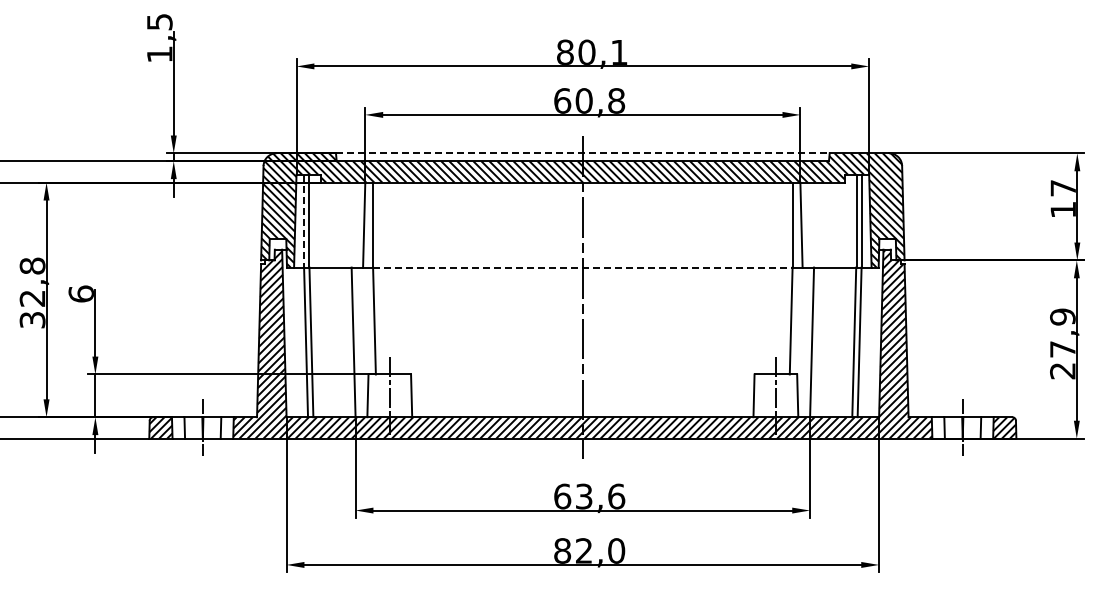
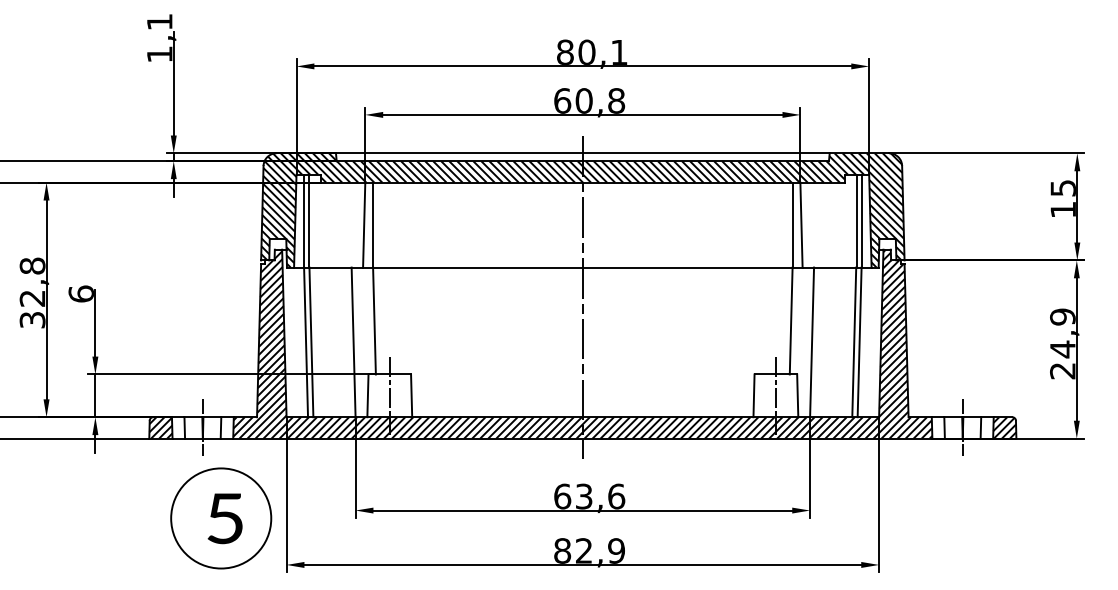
text at (159, 22): 1,5 -> 1,1
line at (582, 153): dashed -> solid
text at (1062, 188): 17 -> 15
line at (303, 221): dashed -> solid
line at (583, 267): dashed -> solid
text at (1062, 349): 27,9 -> 24,9
part at (221, 518): none -> present
text at (616, 550): 82,0 -> 82,9
